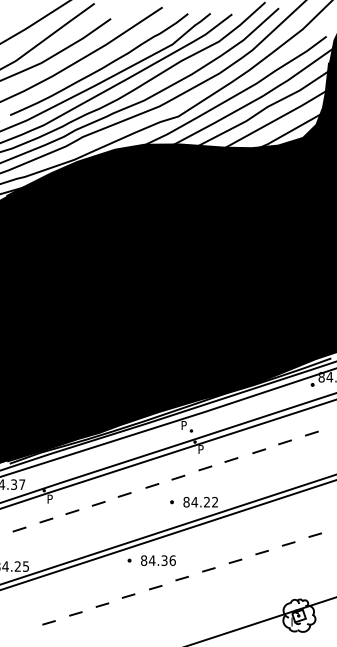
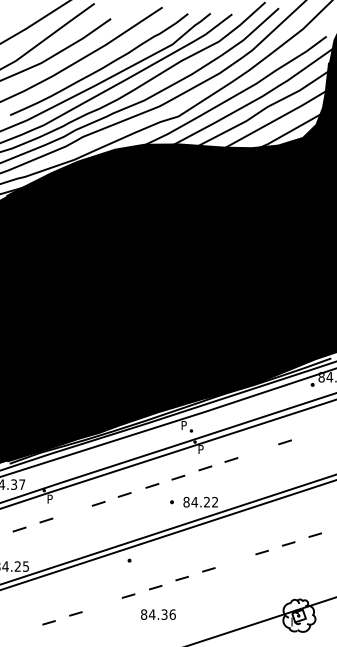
line at (311, 433): present -> none
line at (259, 450): present -> none
line at (72, 511): present -> none
text at (158, 560) position: (158, 560) -> (158, 614)
line at (235, 560): present -> none
line at (102, 604): present -> none
